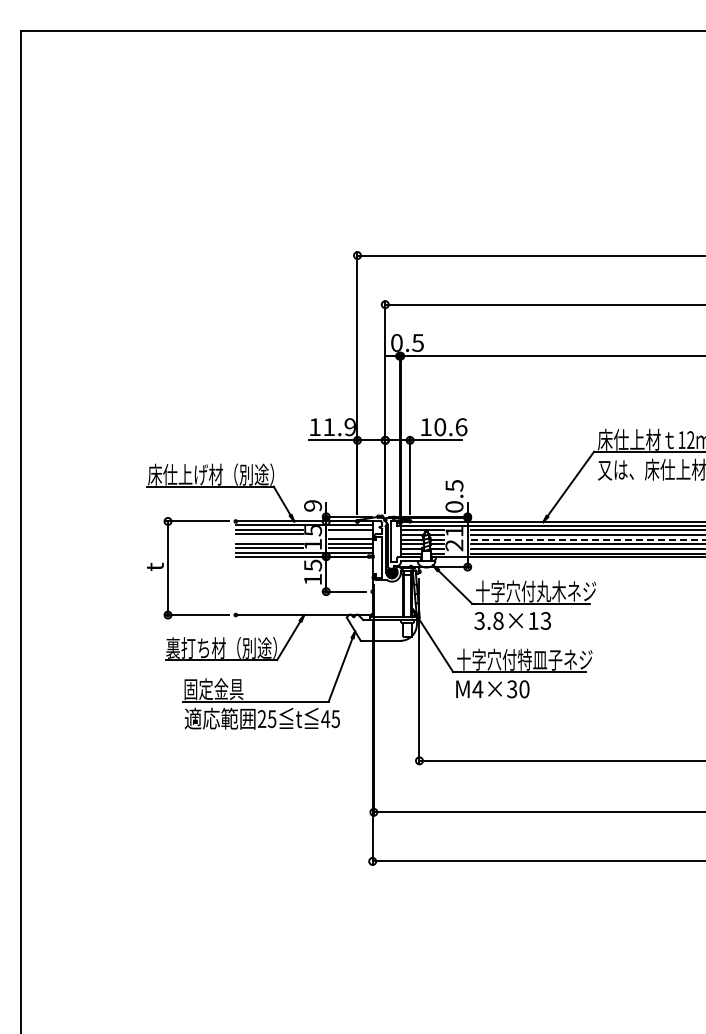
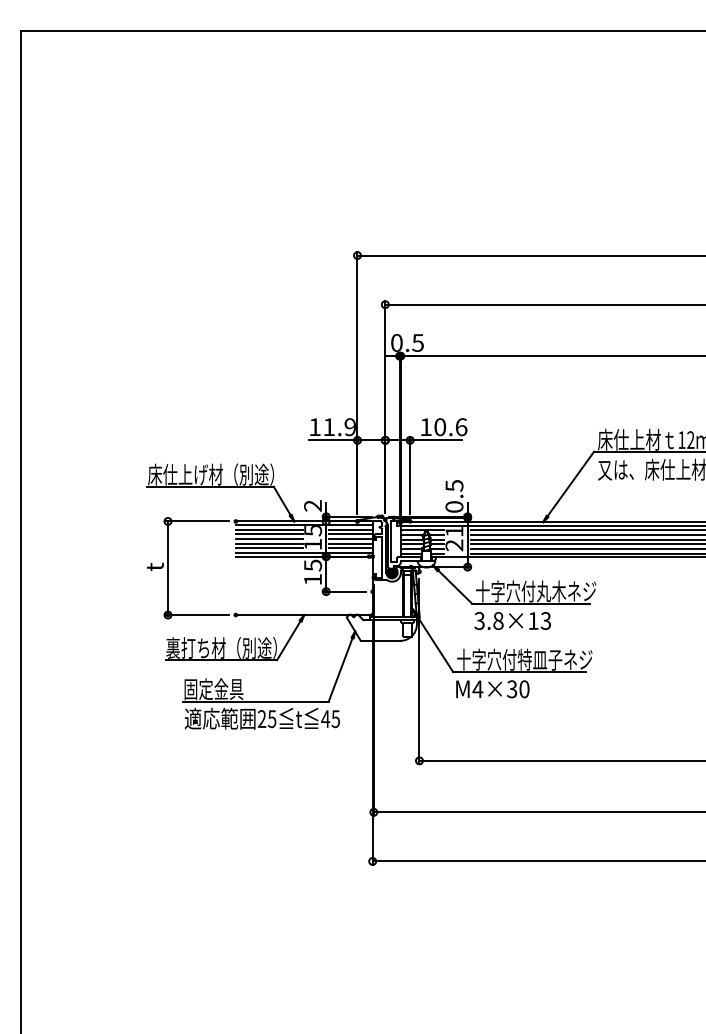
text at (313, 505): 9 -> 2
line at (350, 534): none -> present
line at (268, 539): none -> present
line at (588, 539): dashed -> solid
